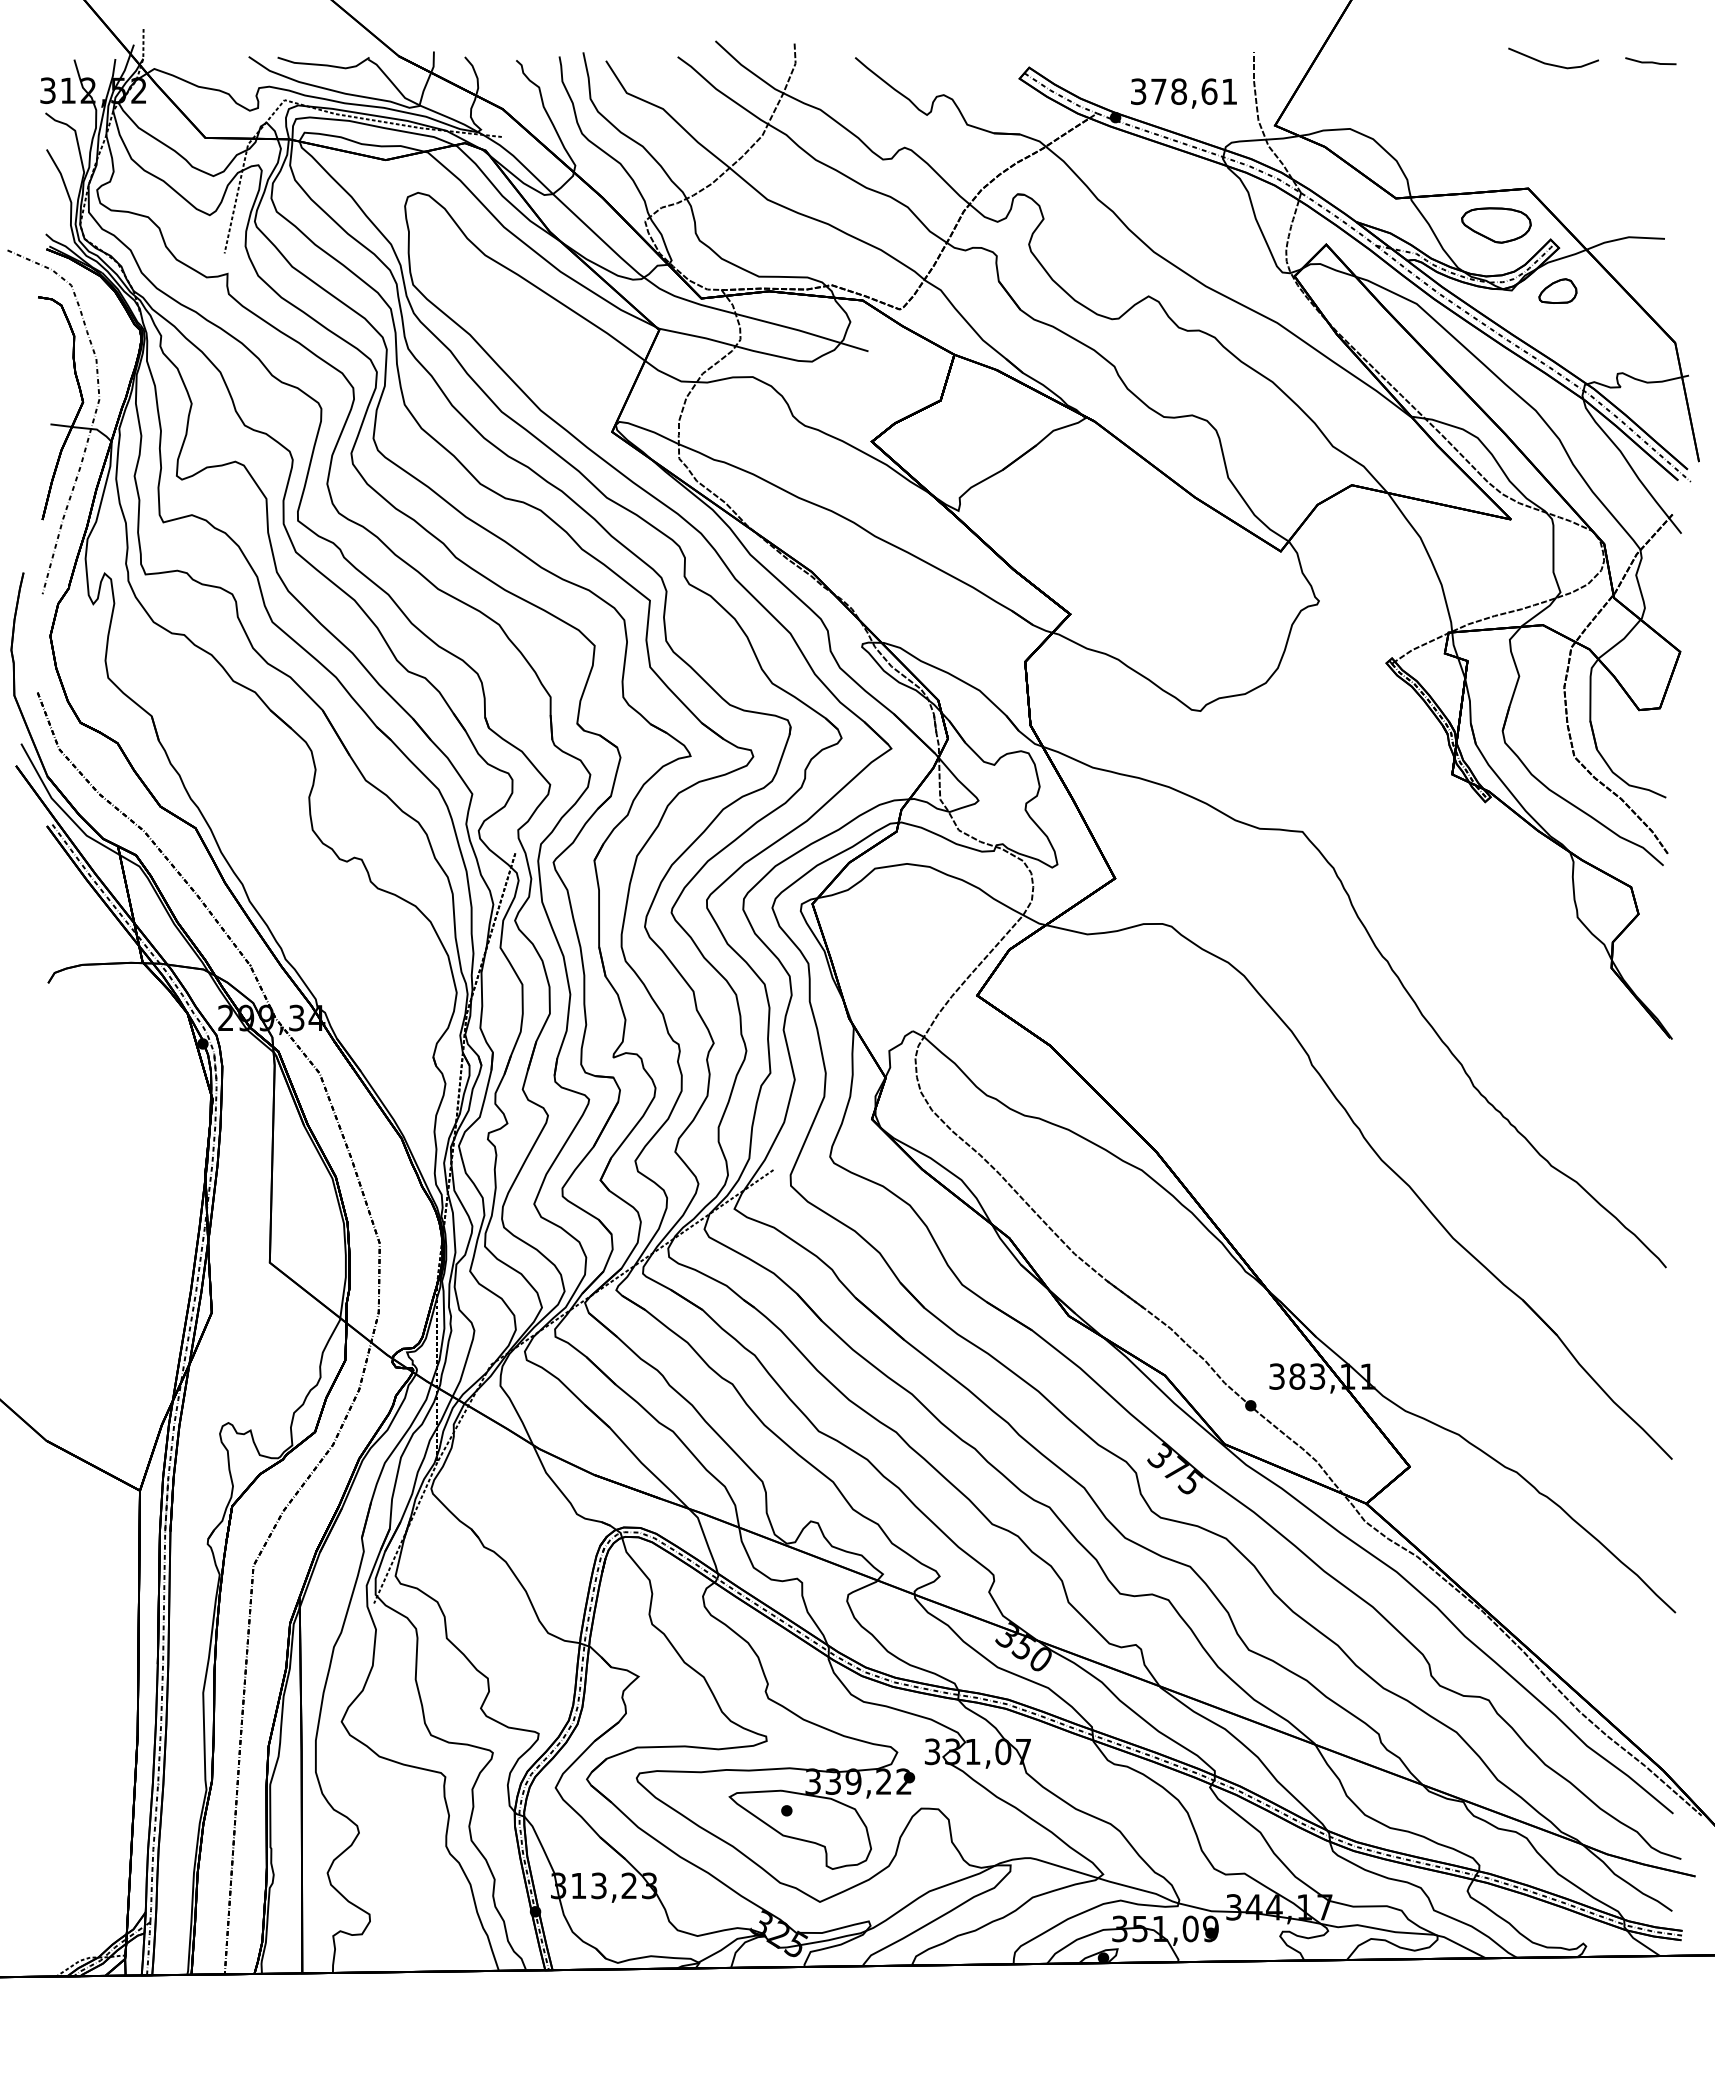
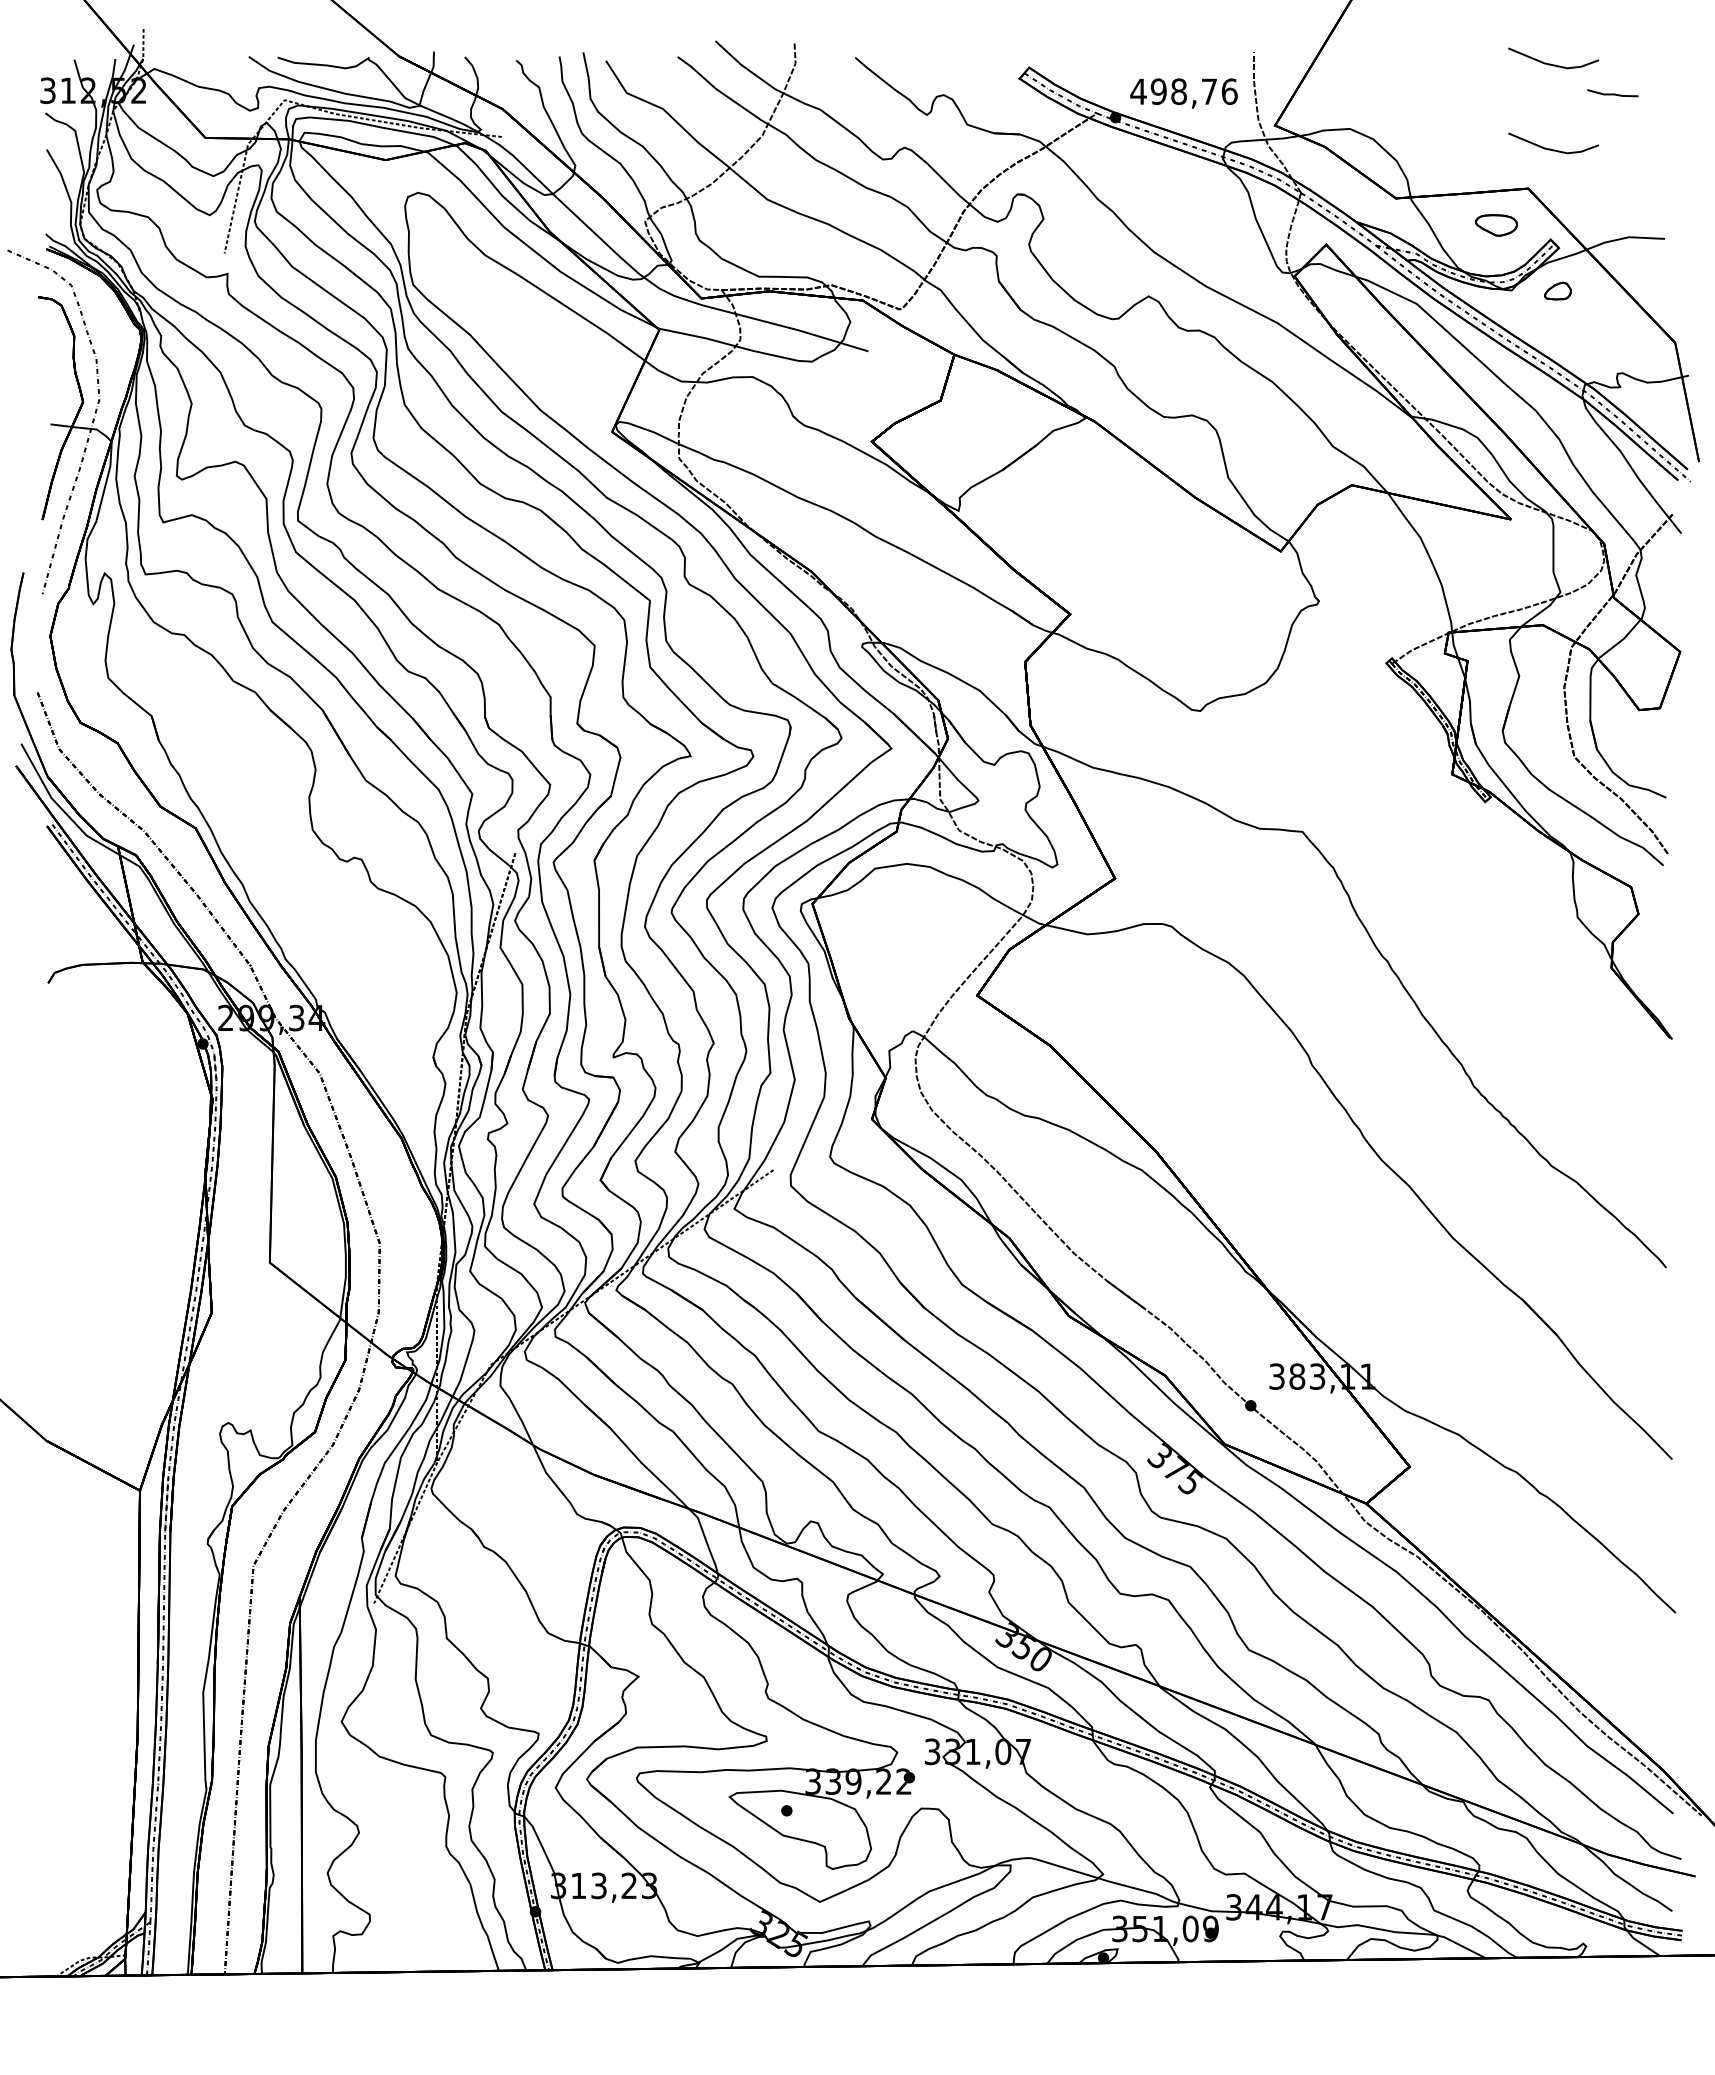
line at (1650, 61) position: (1650, 61) -> (1612, 93)
text at (1183, 91): 378,61 -> 498,76
line at (1550, 148): none -> present
part at (1496, 225) size: 71x37 px -> 44x23 px
part at (1557, 290) size: 40x26 px -> 28x20 px
